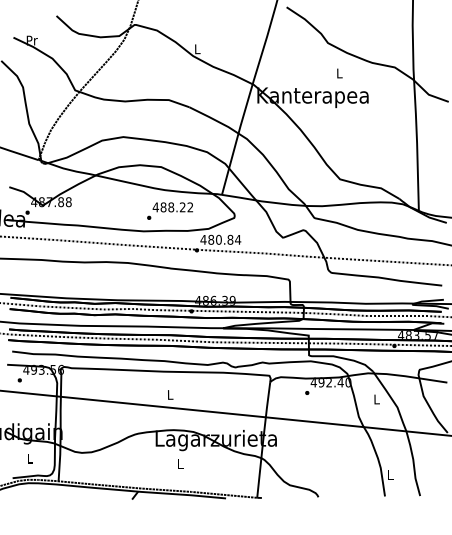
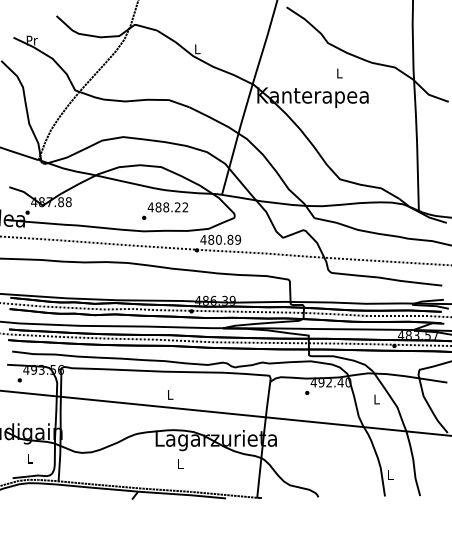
text at (169, 210) position: (169, 210) -> (164, 210)
text at (238, 239): 480.84 -> 480.89
